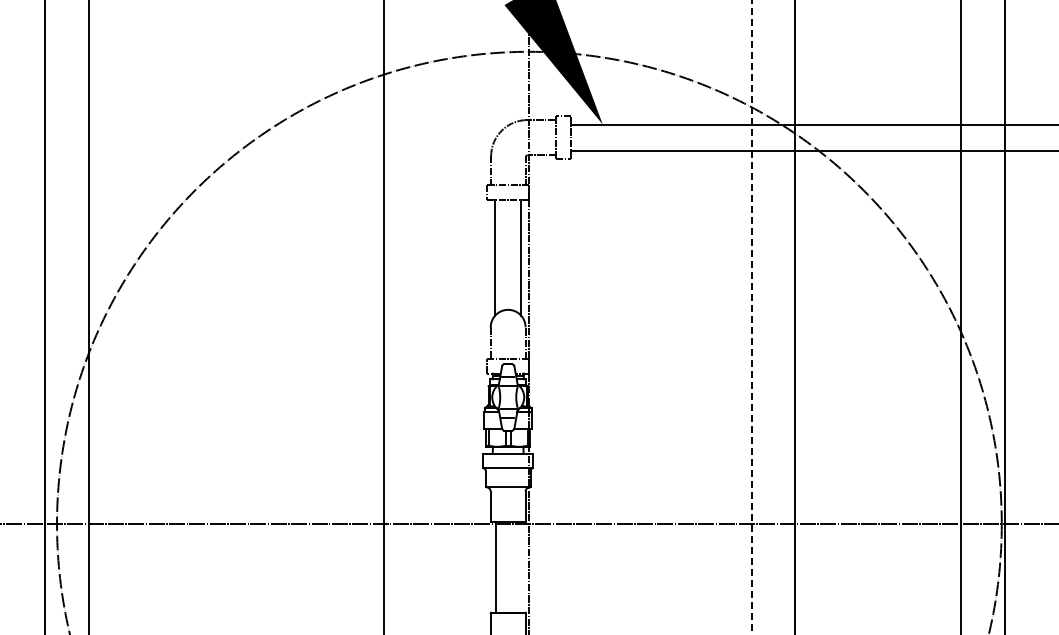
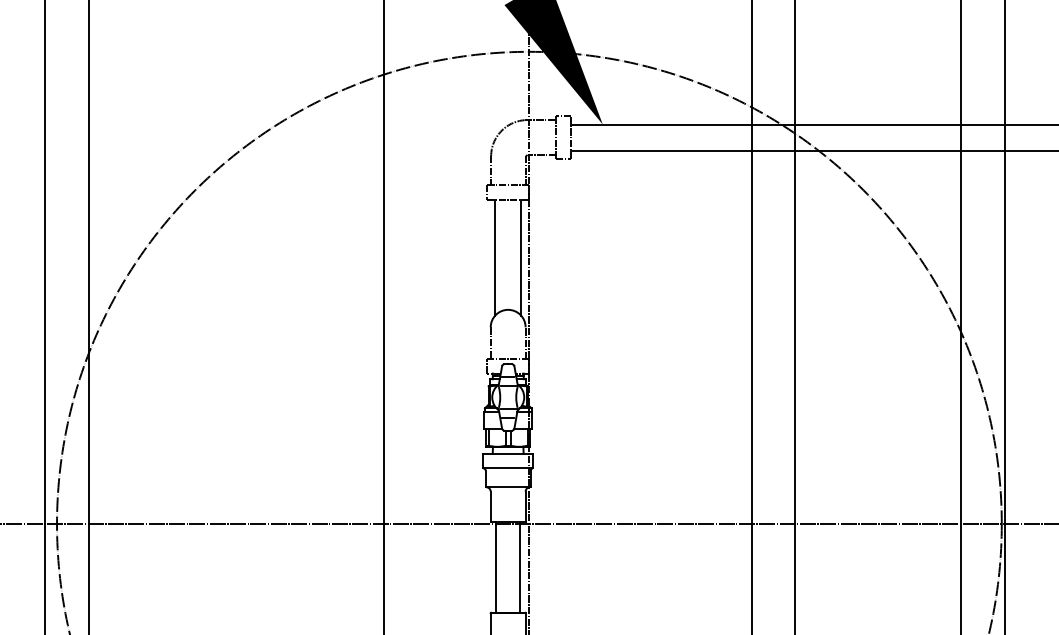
line at (751, 317): dashed -> solid
line at (520, 567): none -> present
